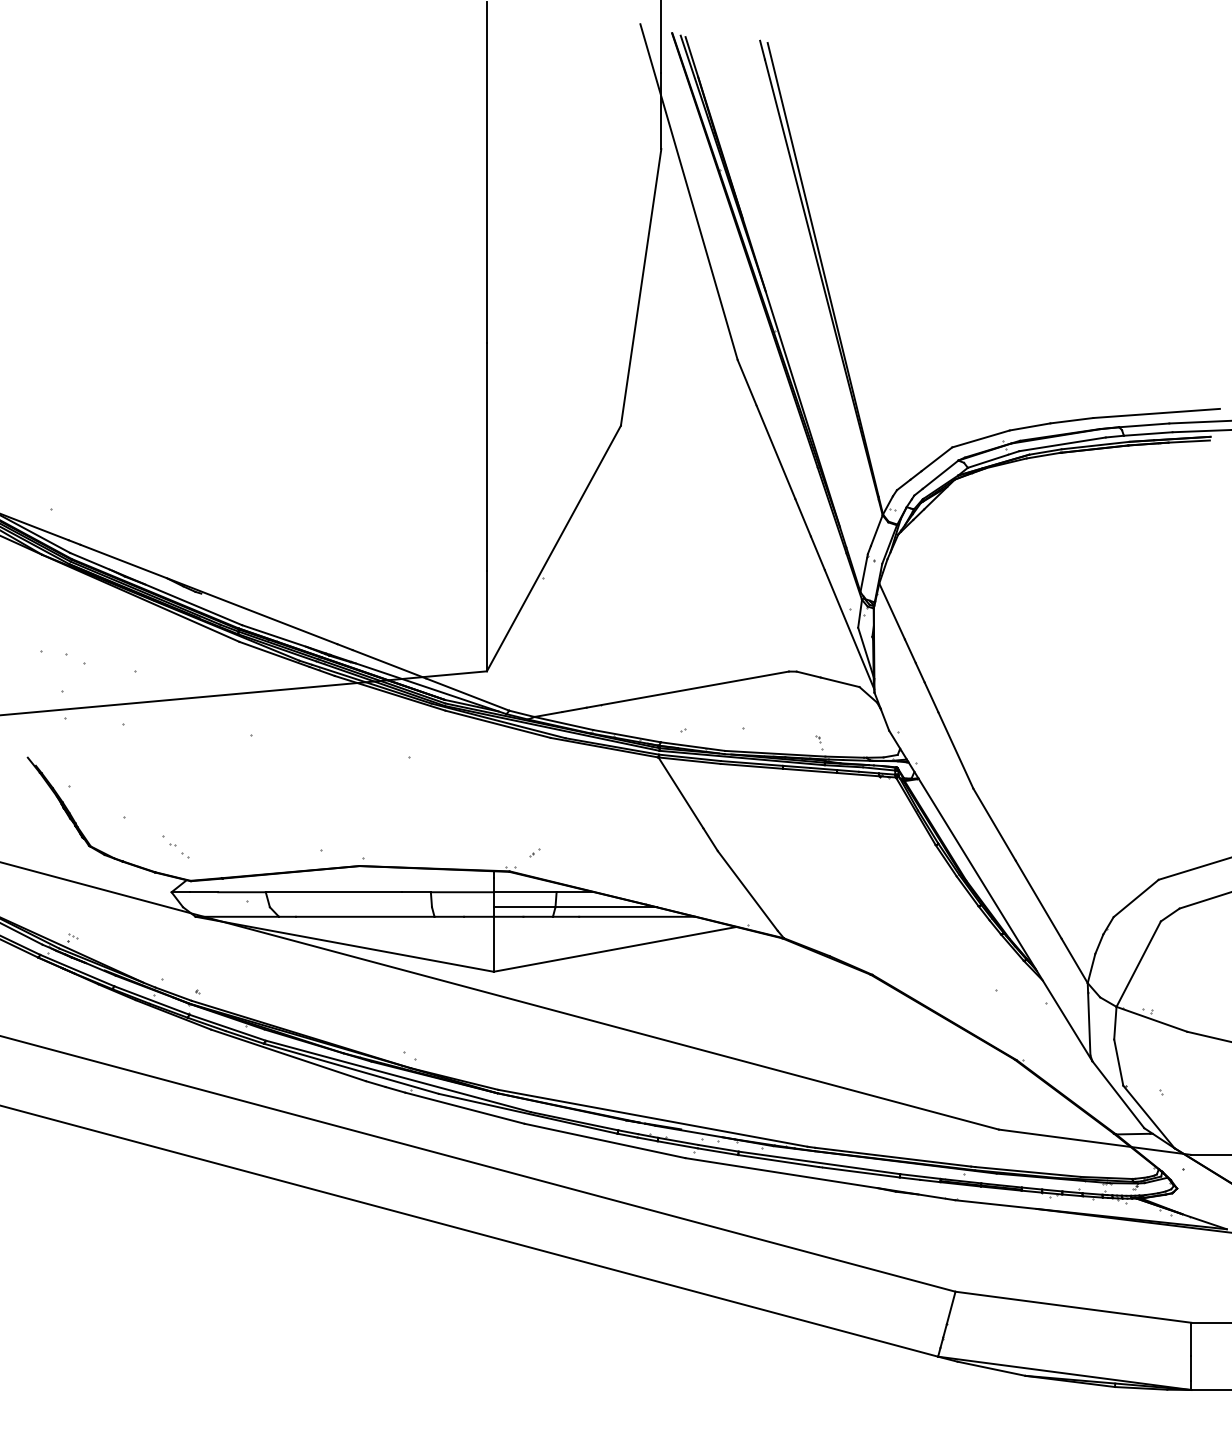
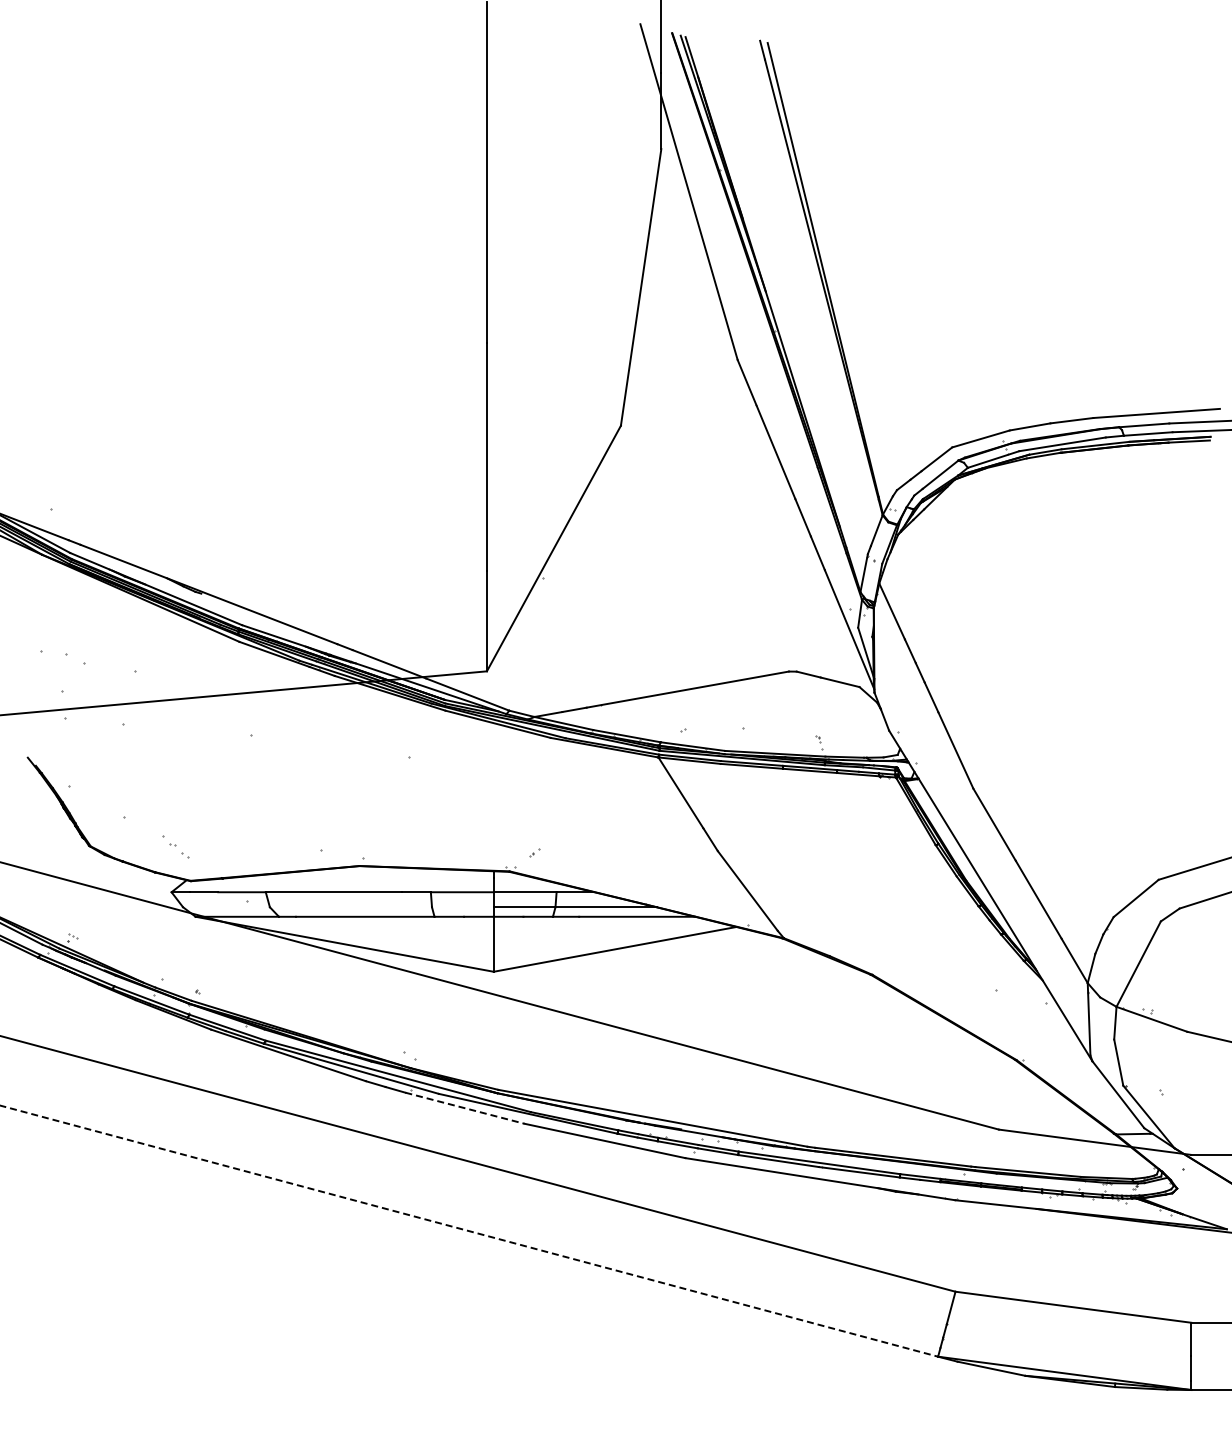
line at (464, 1108): solid -> dashed
line at (469, 1231): solid -> dashed
